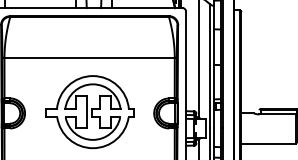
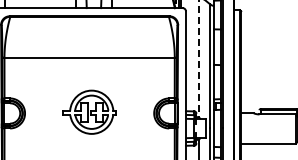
line at (198, 59): solid -> dashed
part at (89, 112) size: 90x75 px -> 55x46 px
